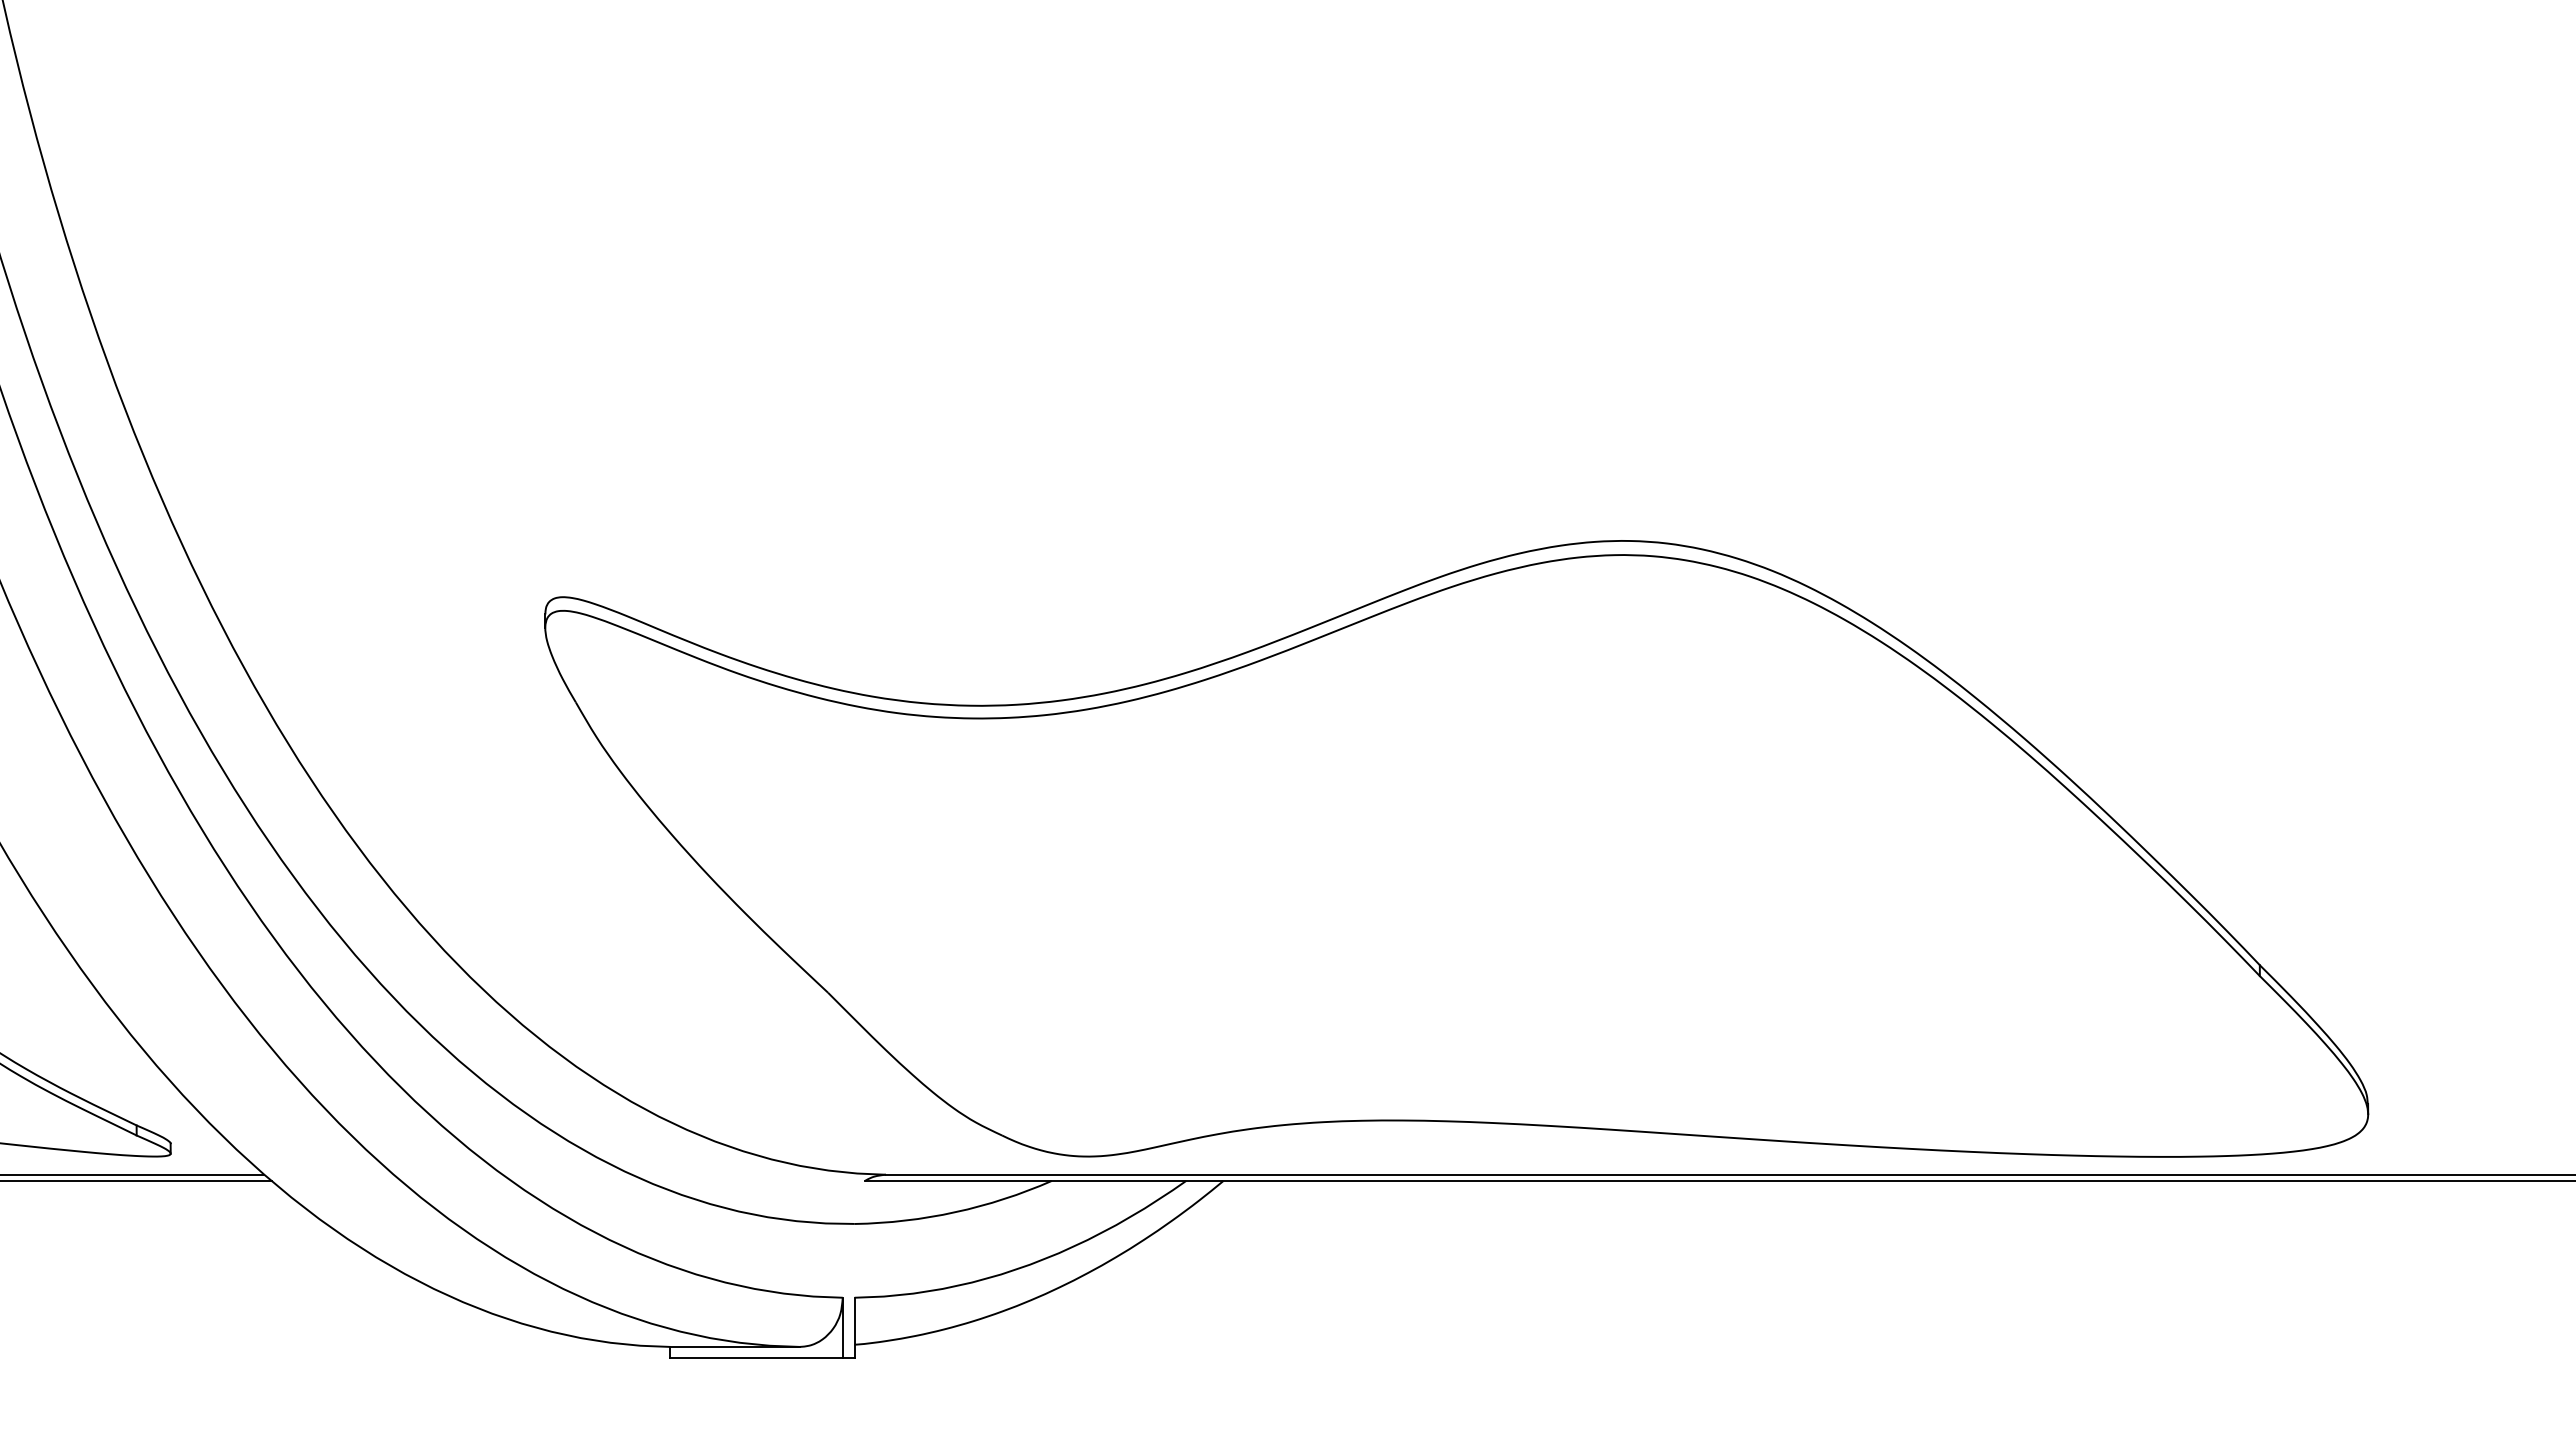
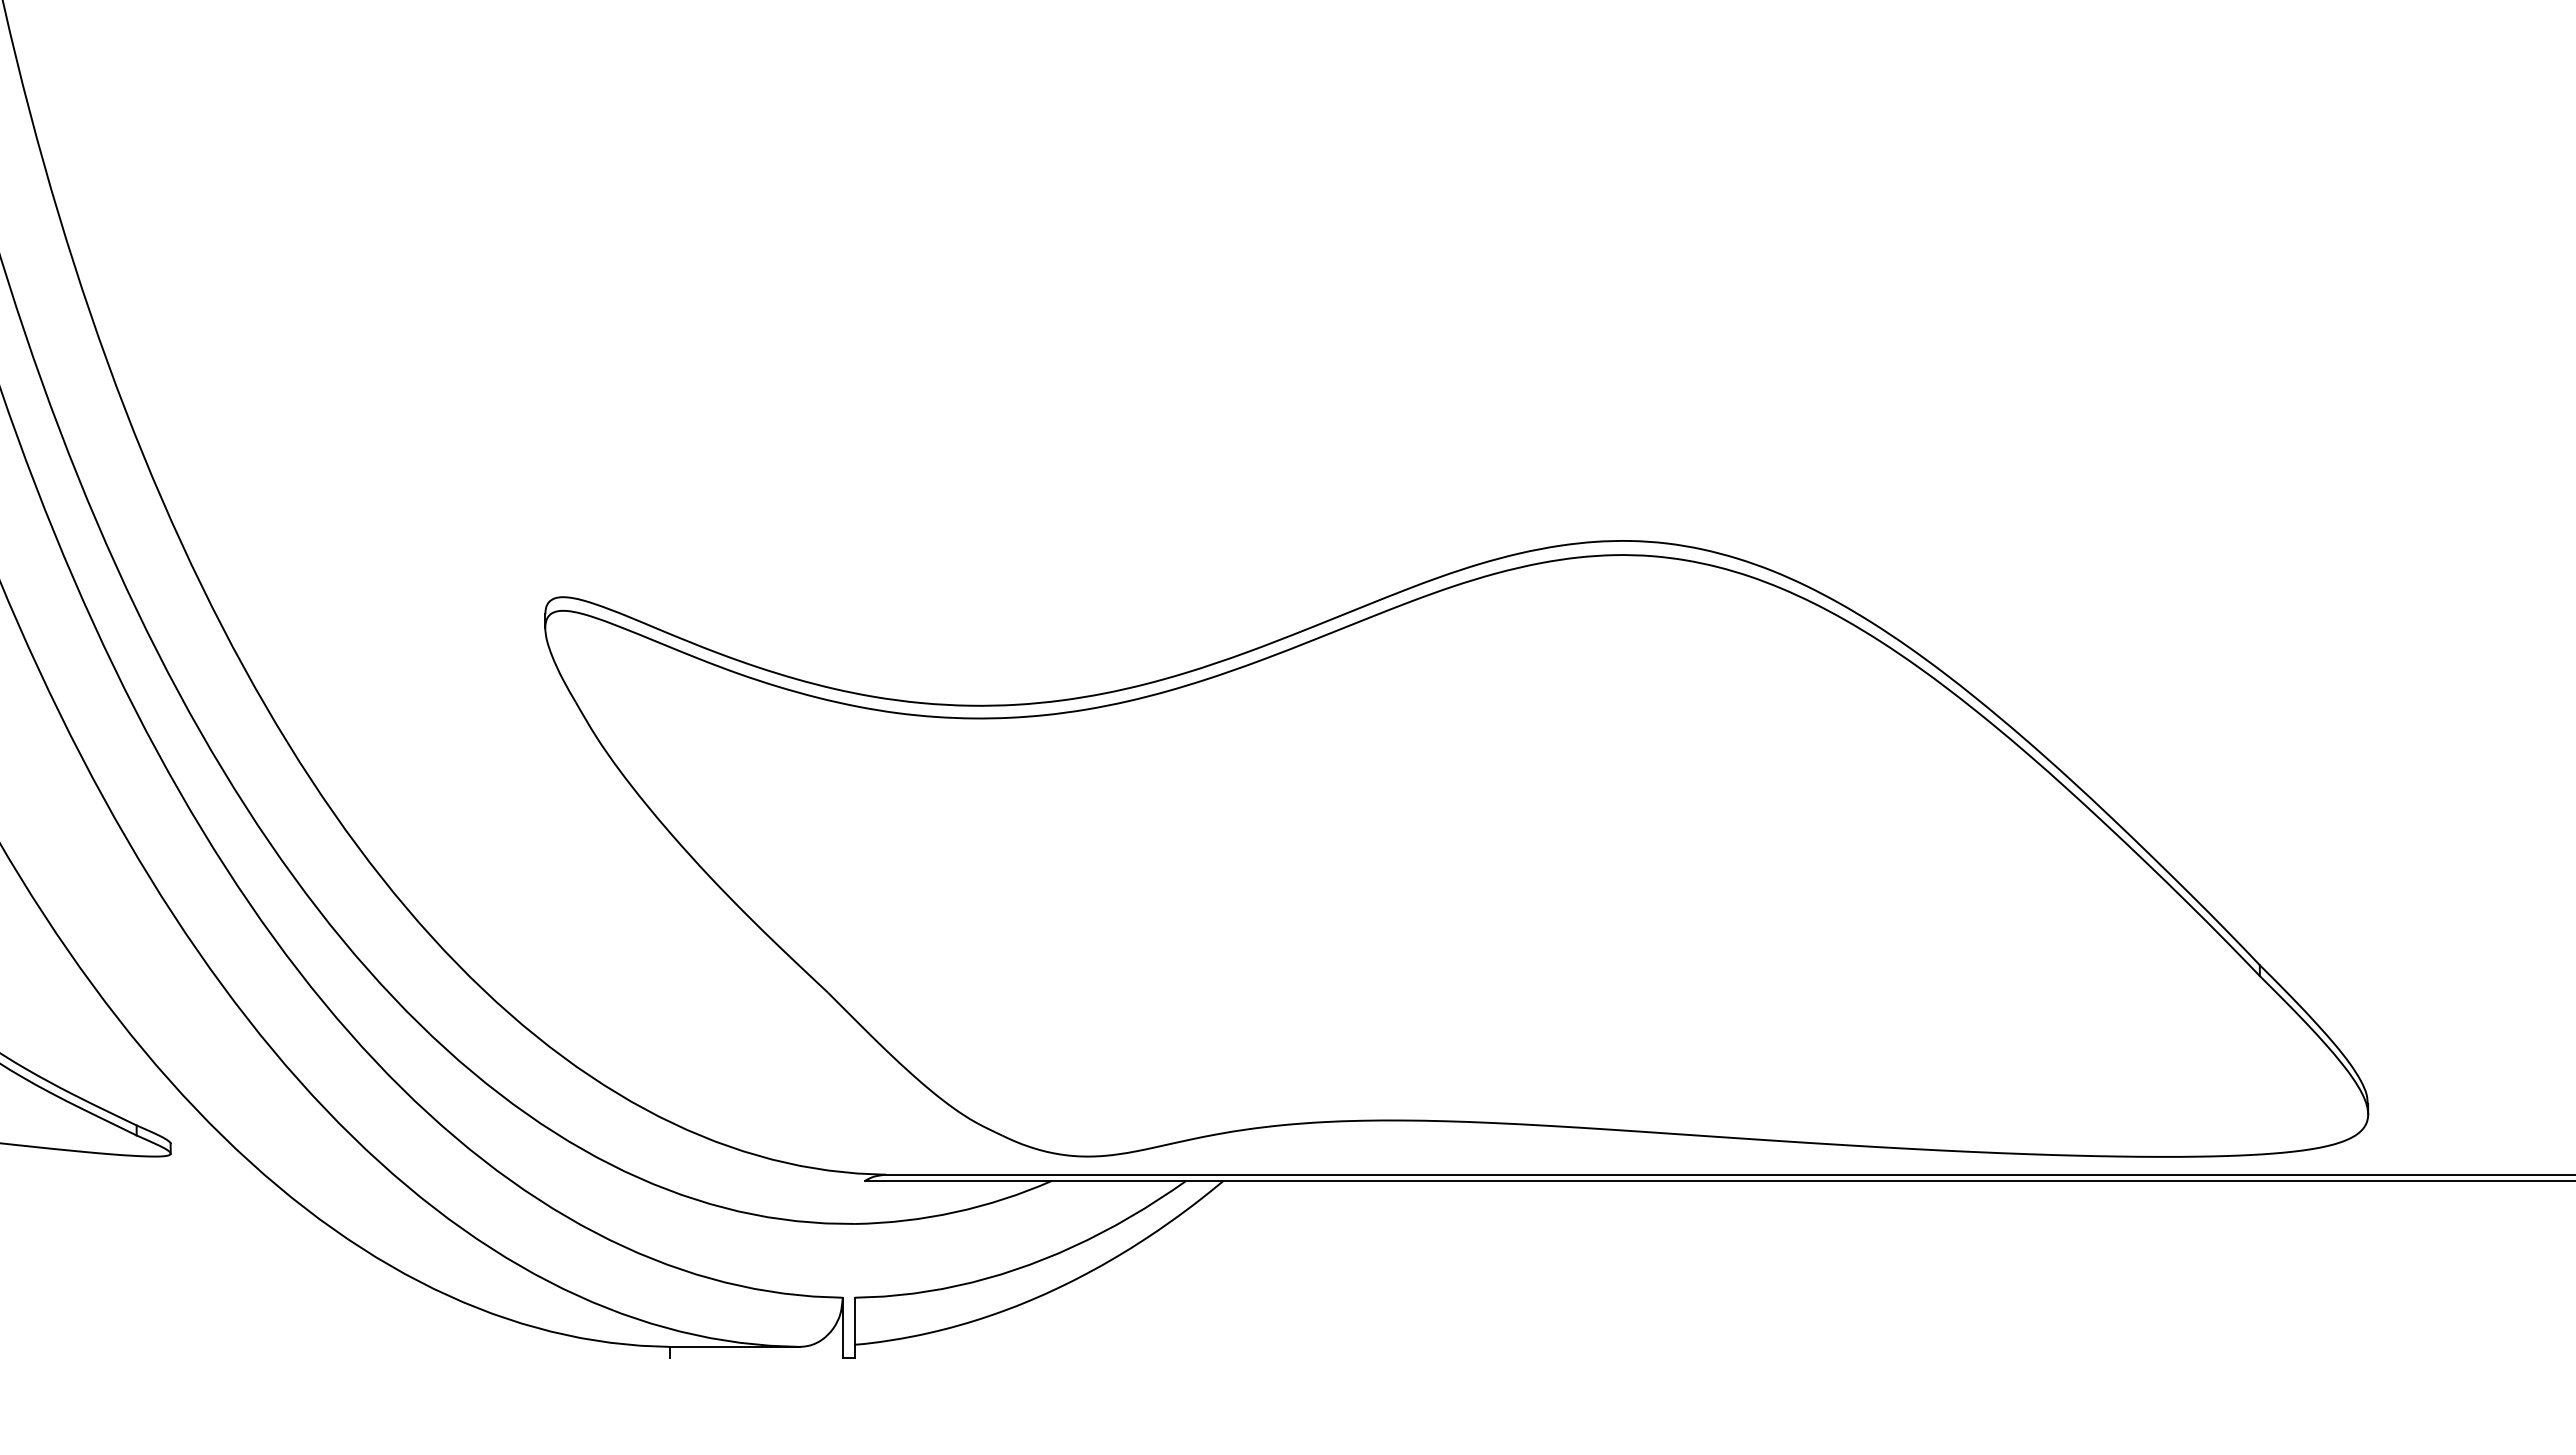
line at (133, 1174): present -> none
line at (136, 1180): present -> none
line at (756, 1358): present -> none
